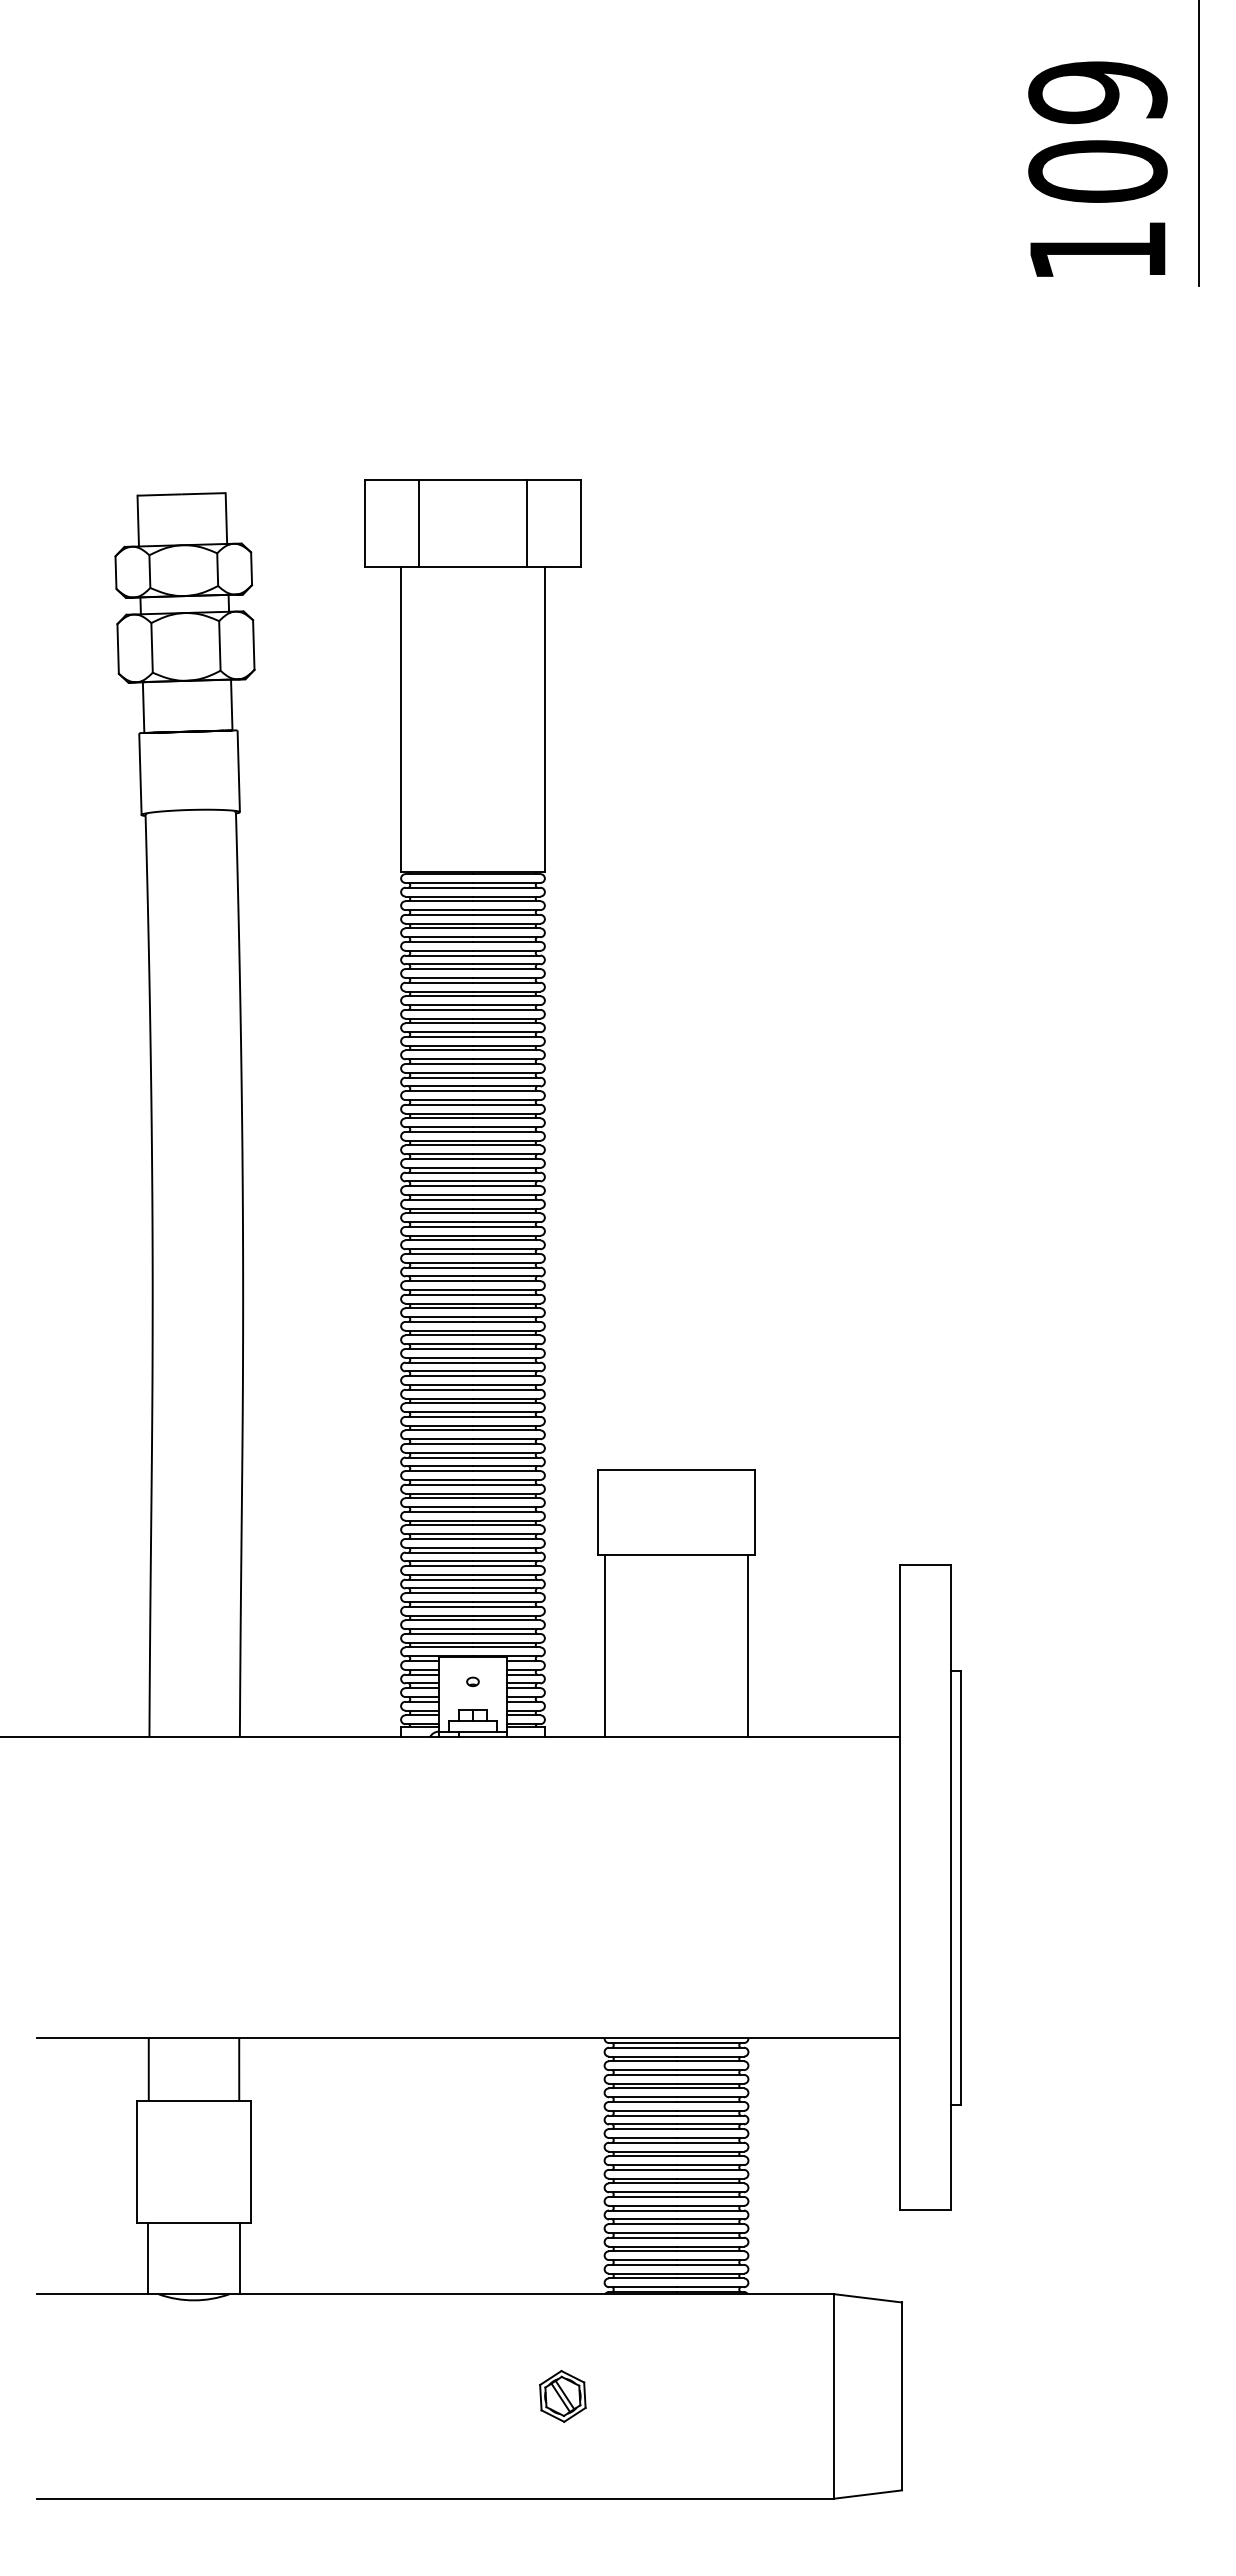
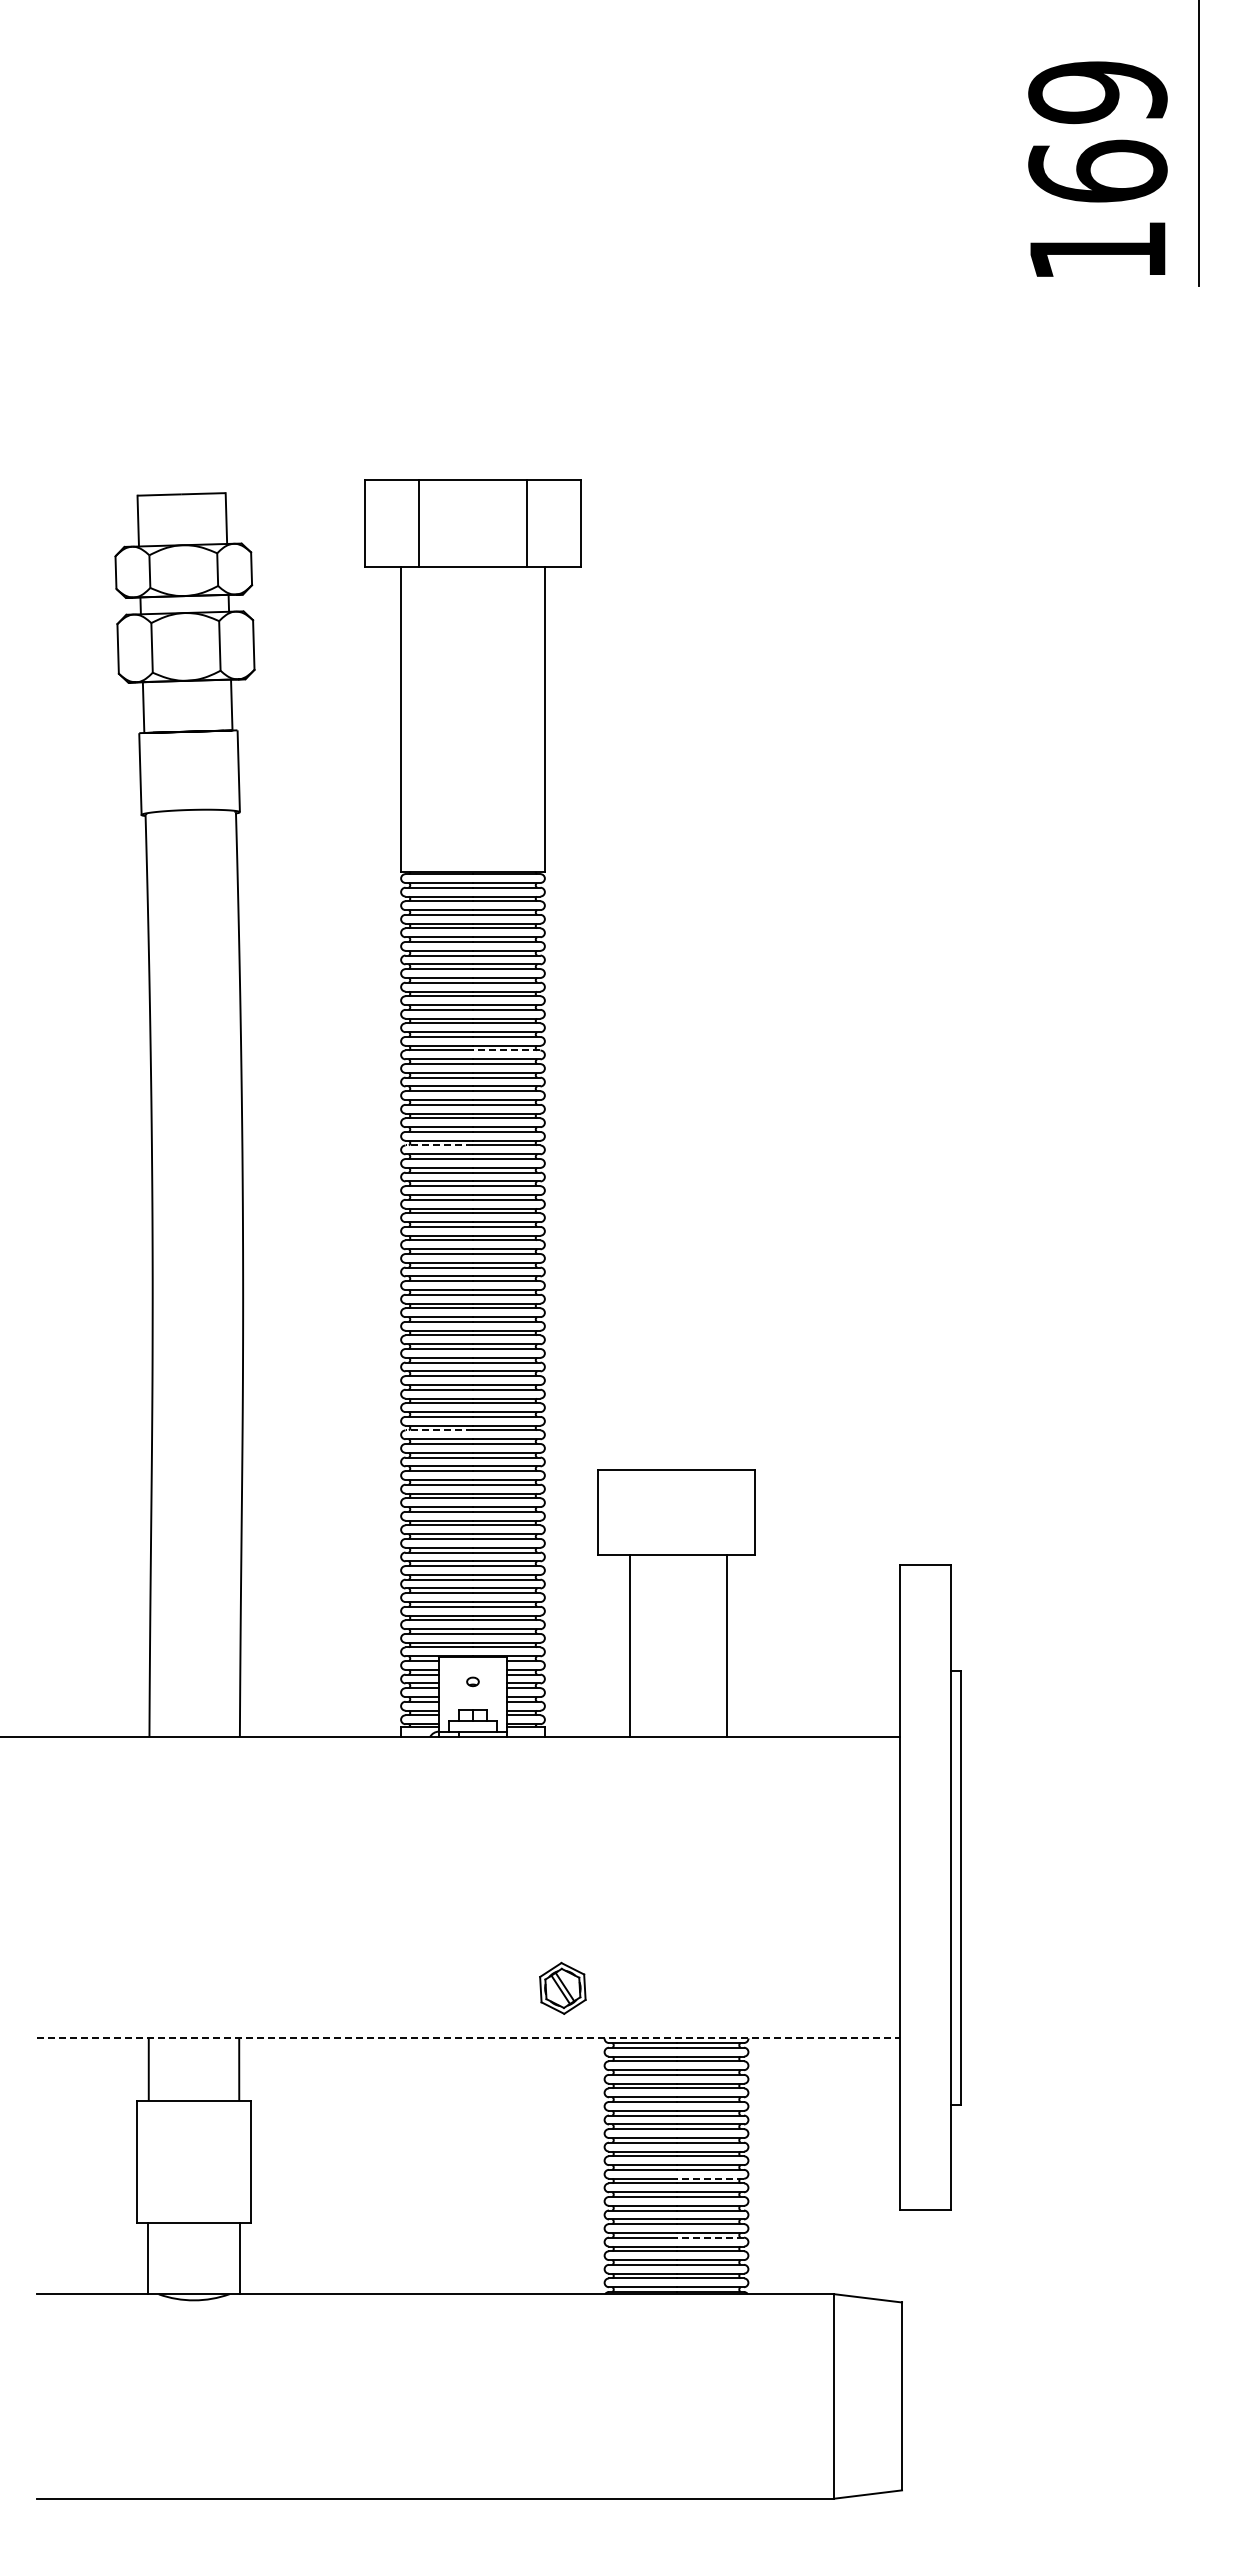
text at (1097, 170): 109 -> 169
line at (506, 1050): solid -> dashed
line at (439, 1145): solid -> dashed
line at (439, 1430): solid -> dashed
line at (604, 1645) position: (604, 1645) -> (629, 1645)
line at (748, 1645) position: (748, 1645) -> (727, 1645)
line at (468, 2038): solid -> dashed
line at (710, 2178): solid -> dashed
line at (710, 2237): solid -> dashed
part at (562, 2395) position: (562, 2395) -> (562, 1987)
